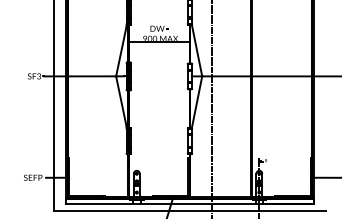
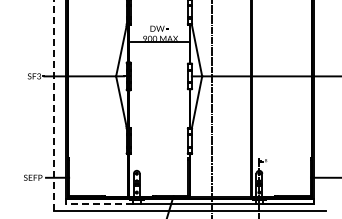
line at (53, 105): solid -> dashed
line at (99, 203): solid -> dashed
